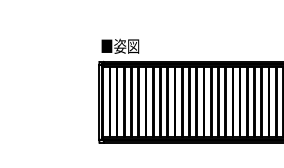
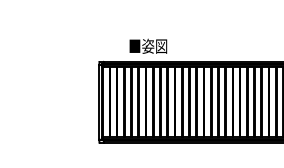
text at (120, 45) position: (120, 45) -> (148, 45)
